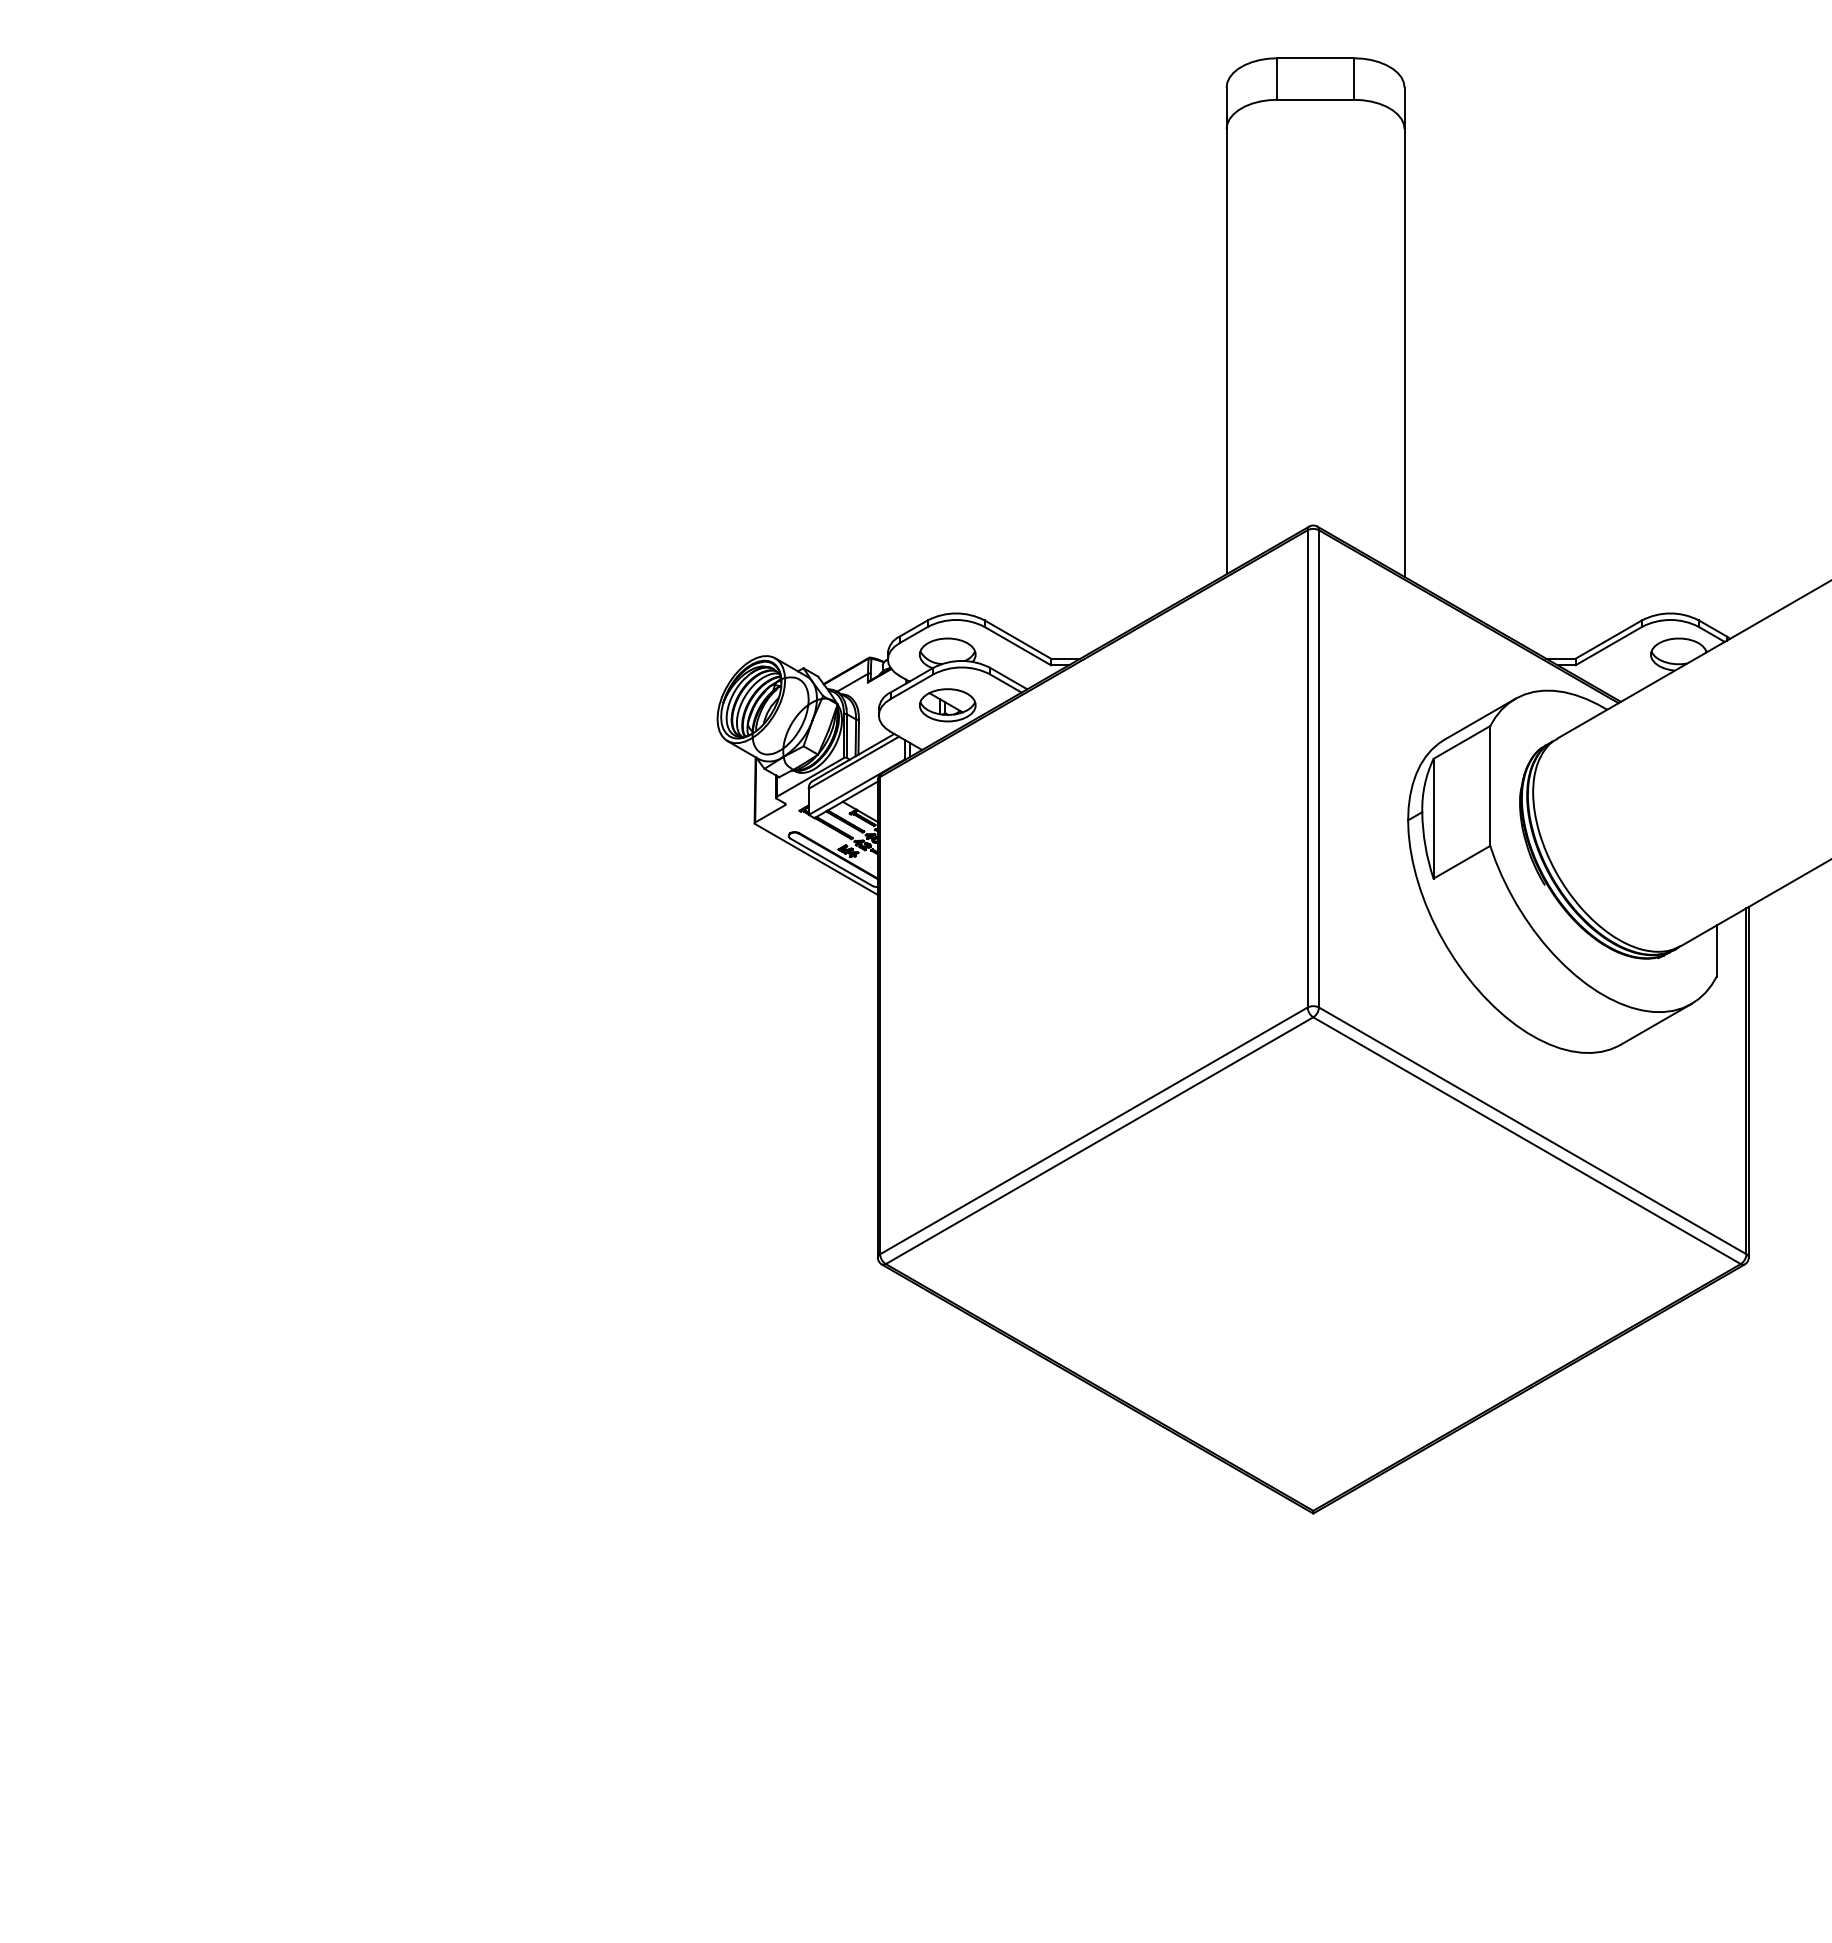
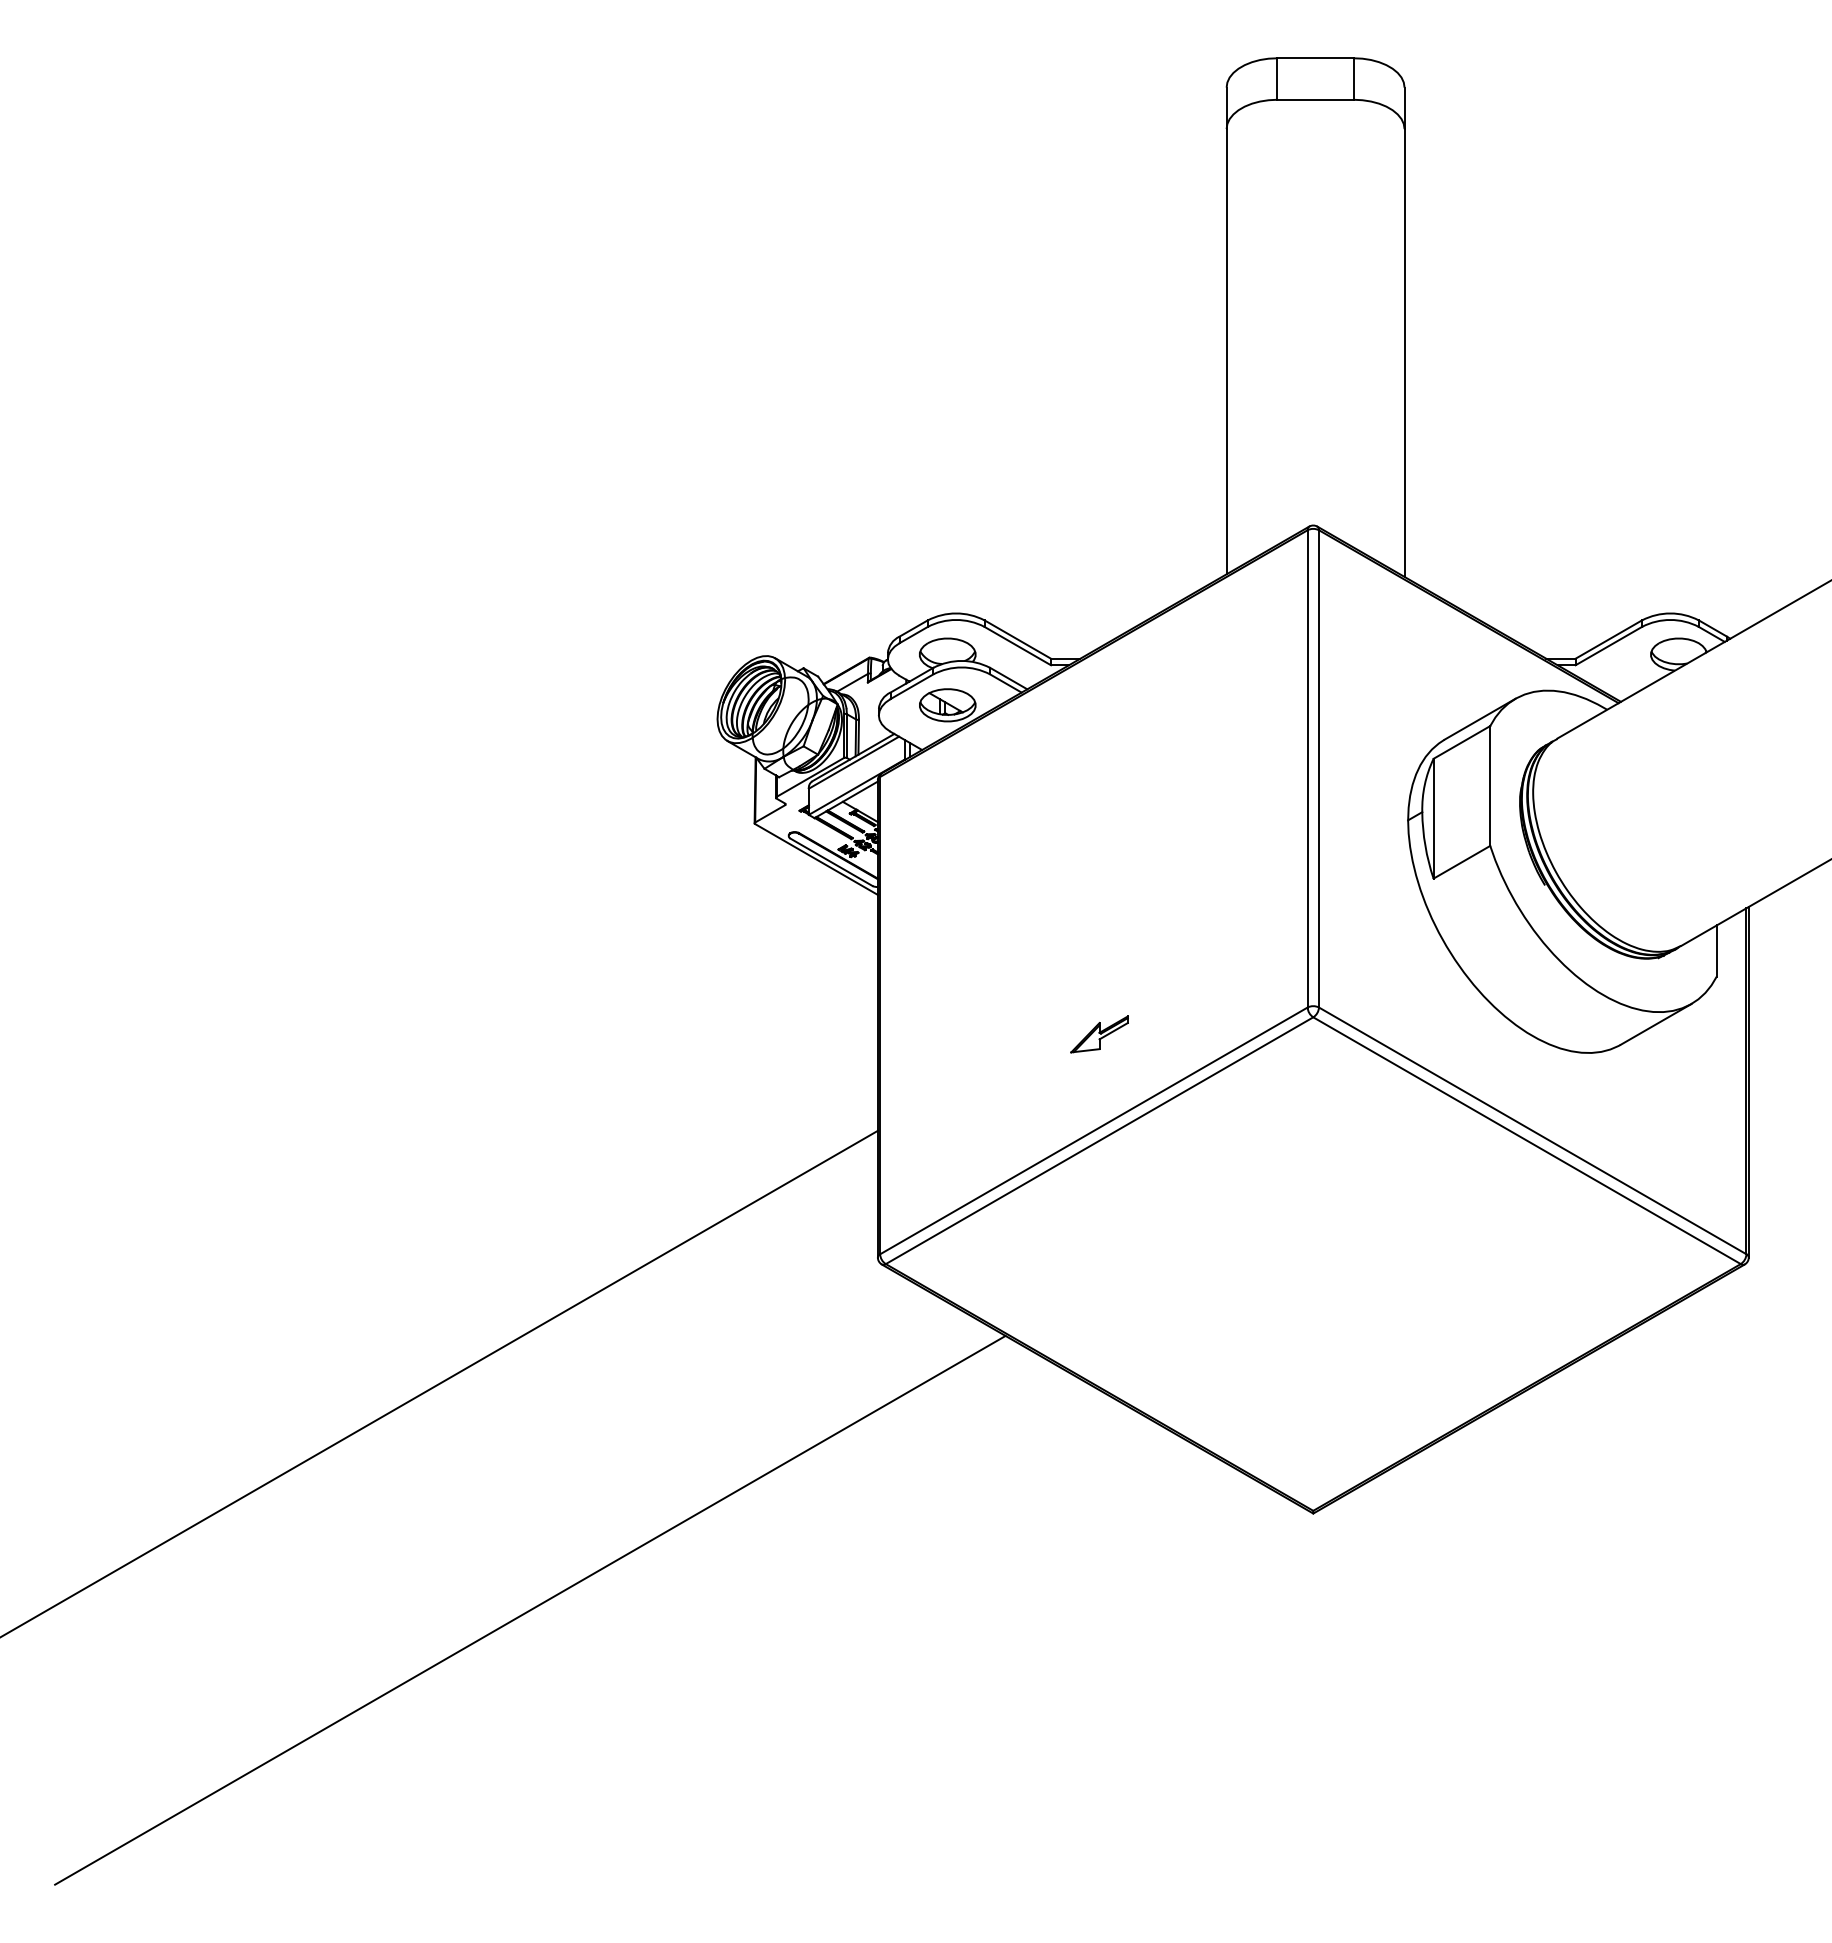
part at (1099, 1034): none -> present
line at (439, 1383): none -> present
line at (530, 1609): none -> present
